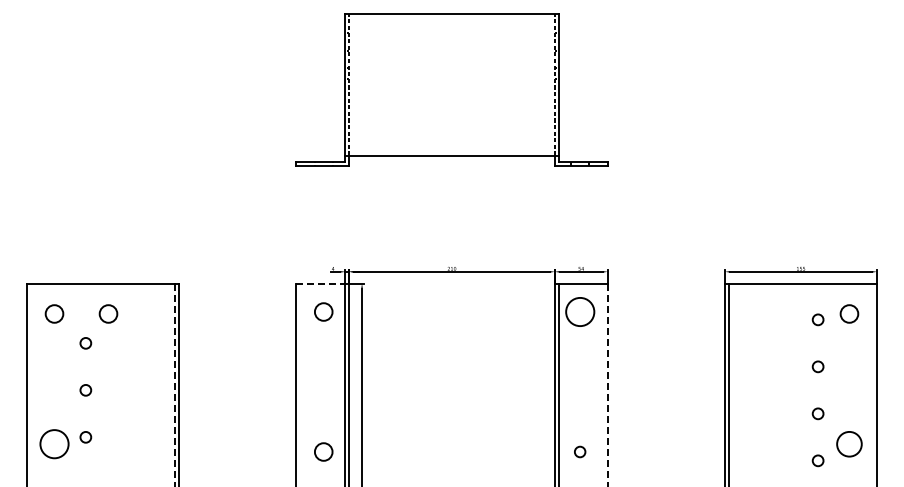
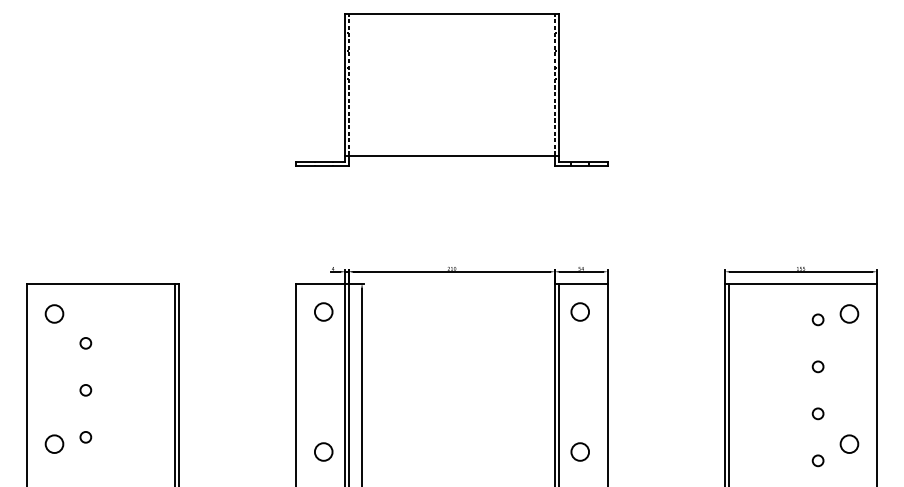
line at (321, 283): dashed -> solid
circle at (580, 311) diameter: 28 px -> 18 px
circle at (108, 313): present -> none
line at (174, 385): dashed -> solid
line at (607, 385): dashed -> solid
circle at (54, 444) diameter: 28 px -> 18 px
circle at (849, 444) size: 27x27 px -> 21x20 px
circle at (580, 451) size: 13x14 px -> 20x20 px
